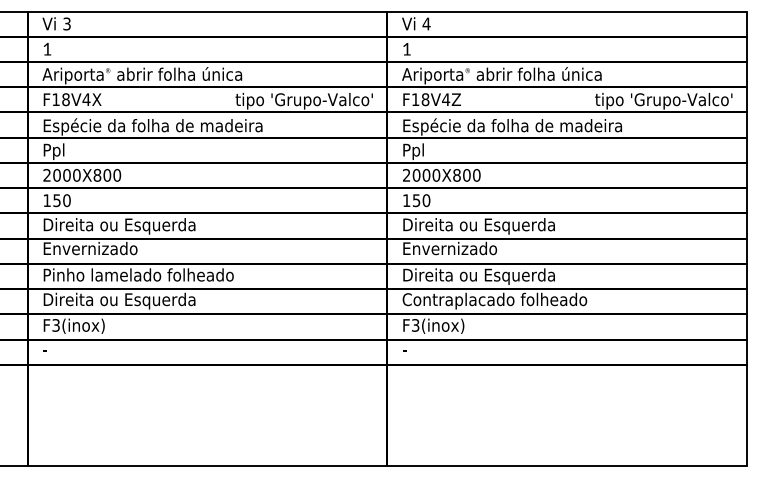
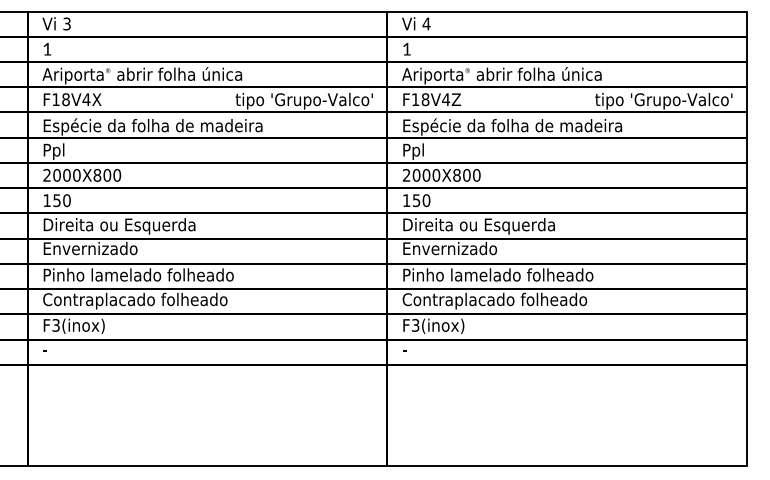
text at (498, 276): Direita ou Esquerda -> Pinho lamelado folheado
text at (135, 300): Direita ou Esquerda -> Contraplacado folheado
